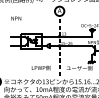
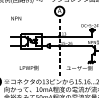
text at (40, 67) position: (40, 67) -> (28, 67)
